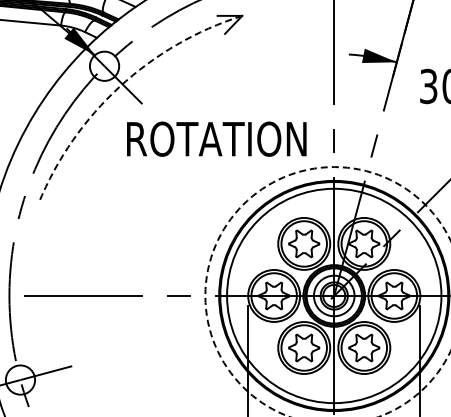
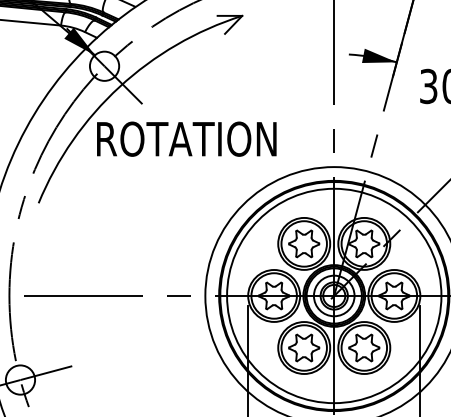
arc at (119, 86): dashed -> solid
text at (216, 138) position: (216, 138) -> (186, 138)
circle at (327, 291): dashed -> solid
